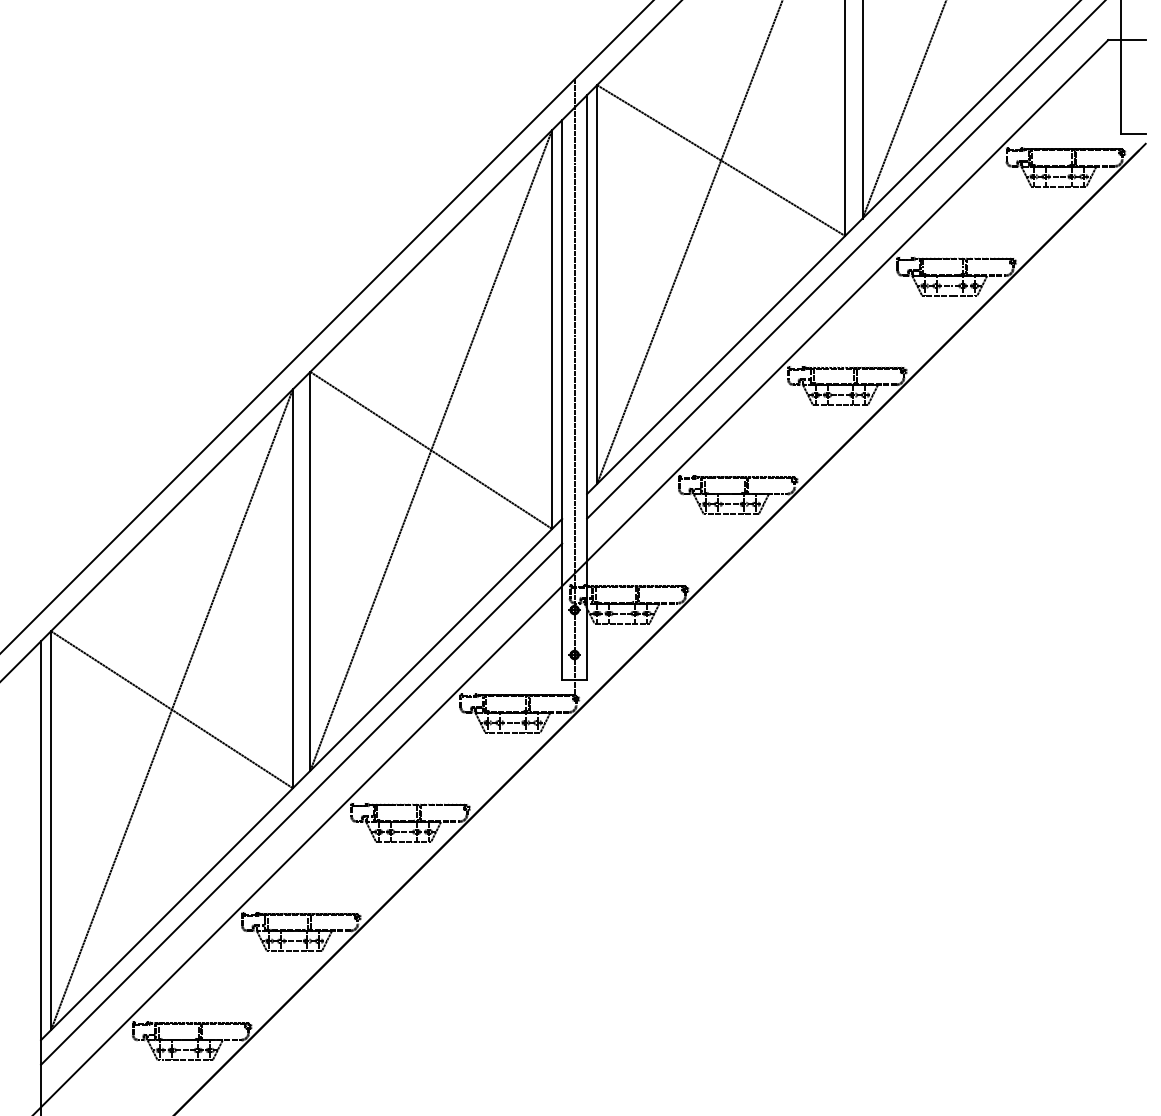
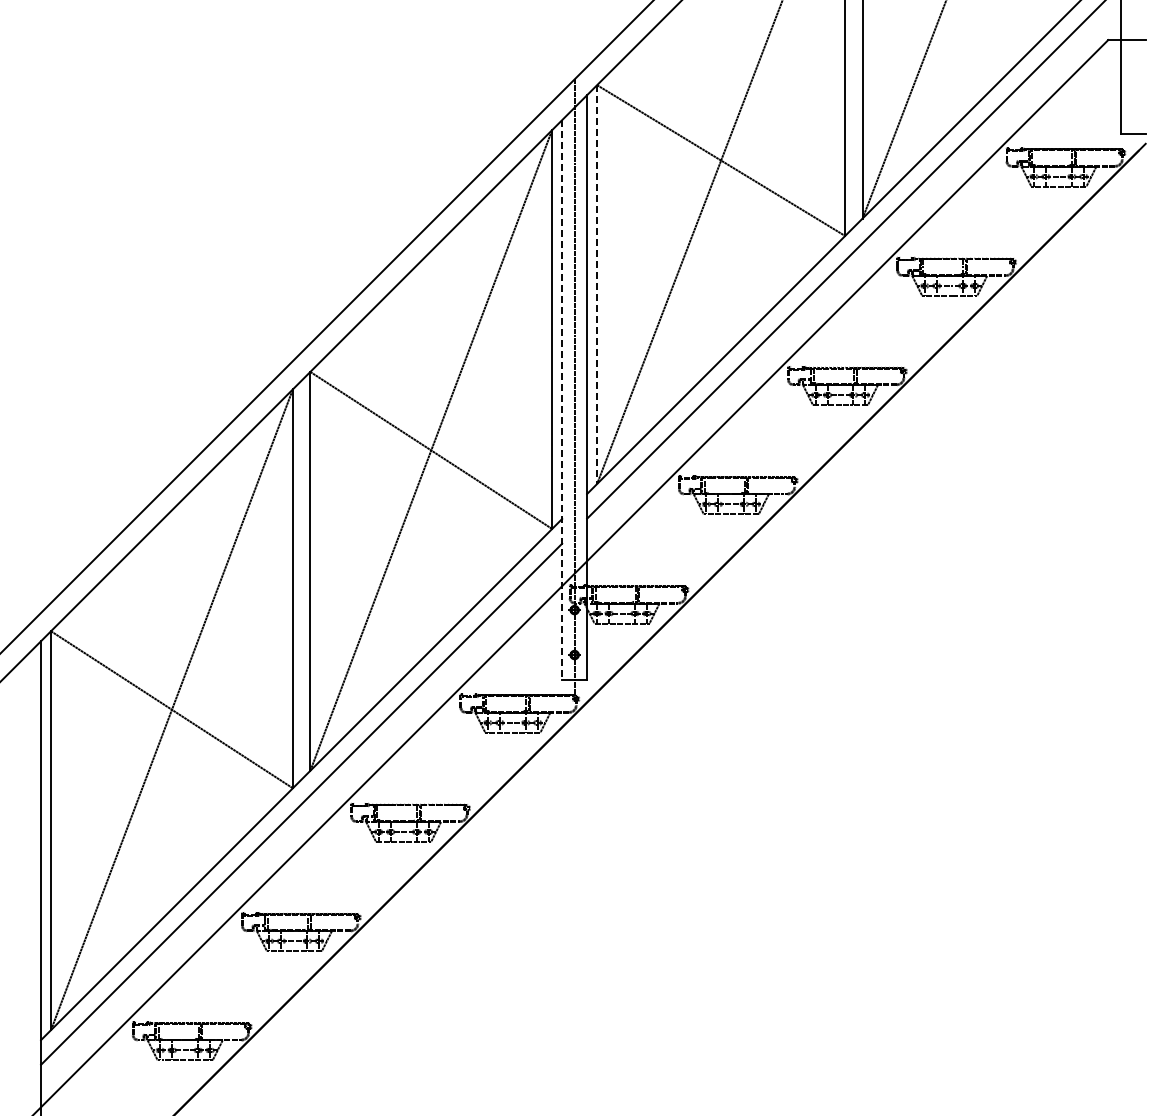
line at (597, 285): solid -> dashed
line at (562, 400): solid -> dashed
